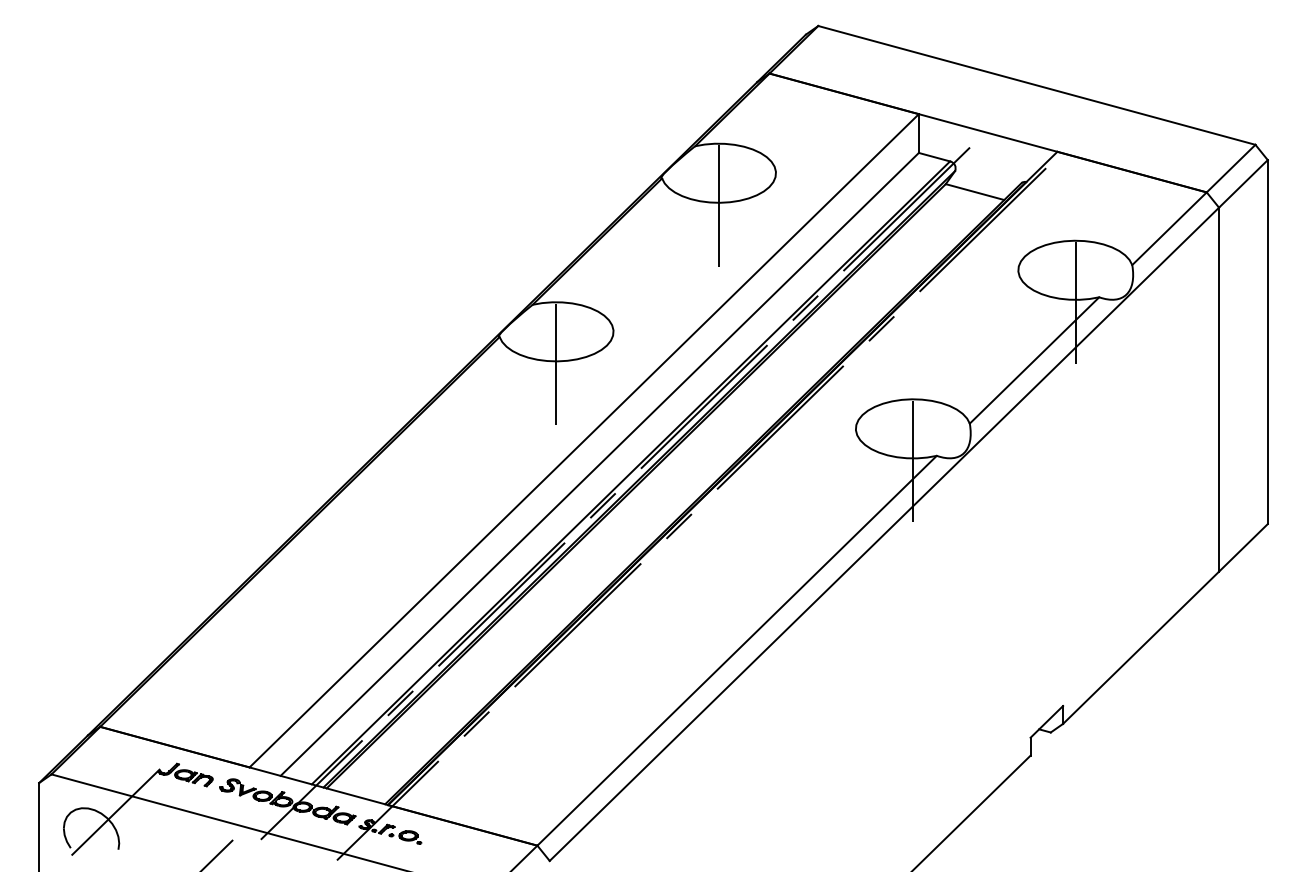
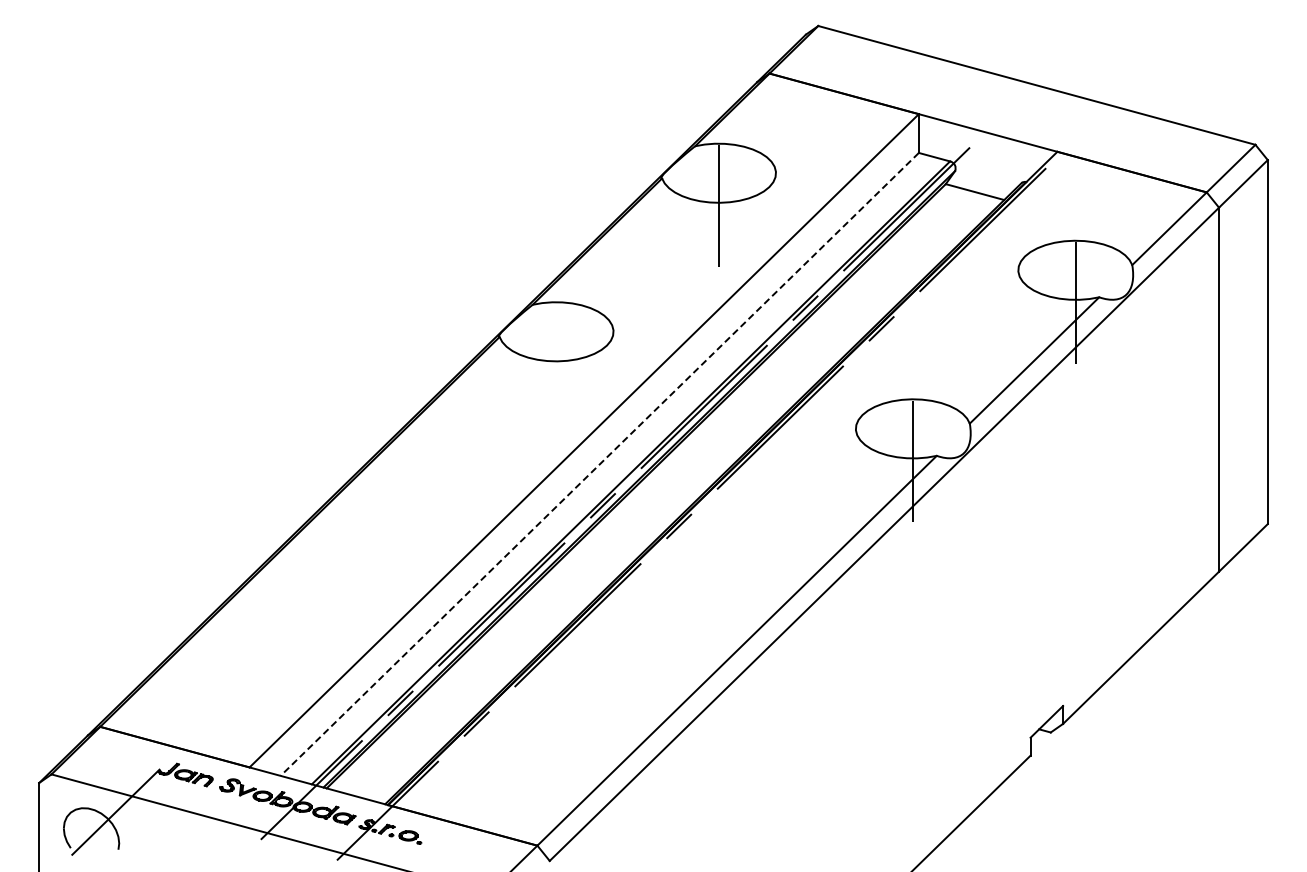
line at (556, 364): present -> none
line at (599, 464): solid -> dashed
line at (218, 854): present -> none
